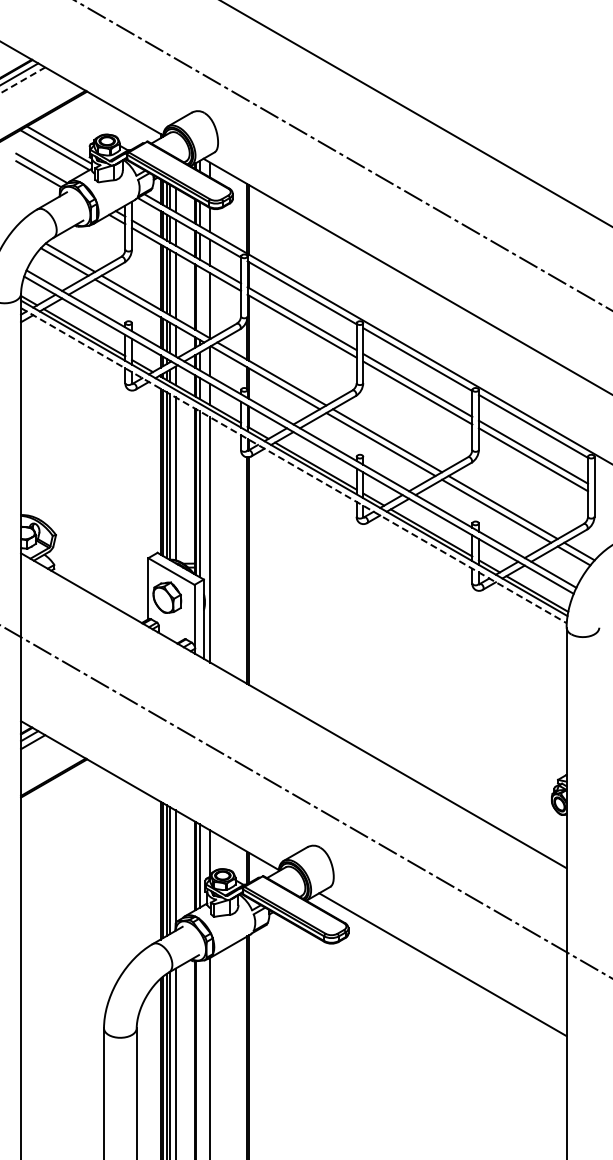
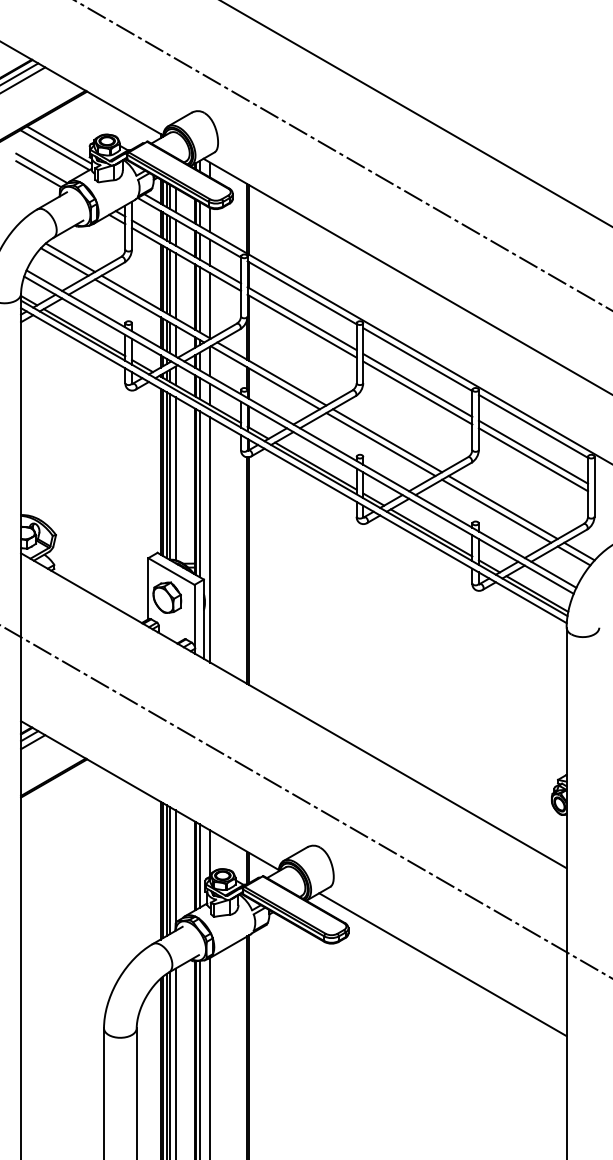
line at (22, 80): dashed -> solid
line at (199, 299): none -> present
line at (294, 465): dashed -> solid
line at (199, 1058): none -> present
